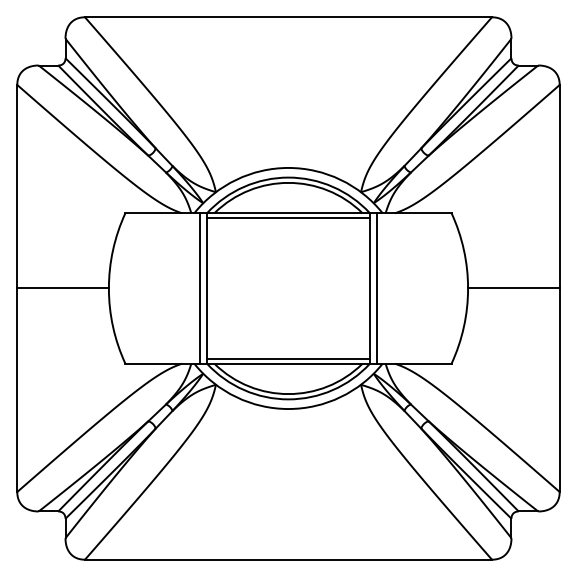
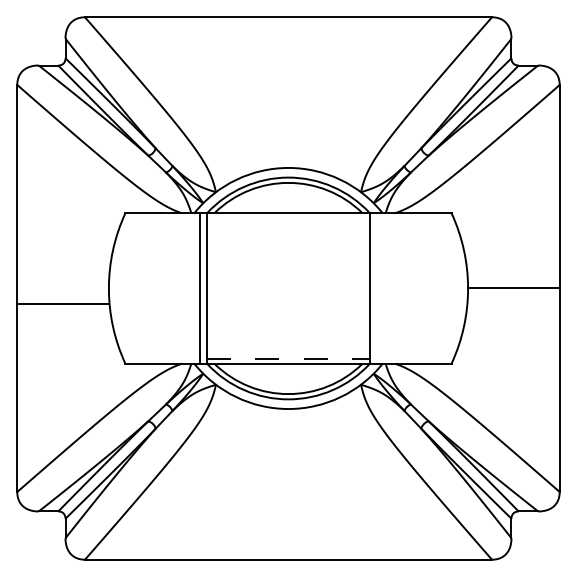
line at (288, 217): present -> none
line at (63, 288) position: (63, 288) -> (63, 304)
line at (377, 288): present -> none
line at (289, 359): solid -> dashed
